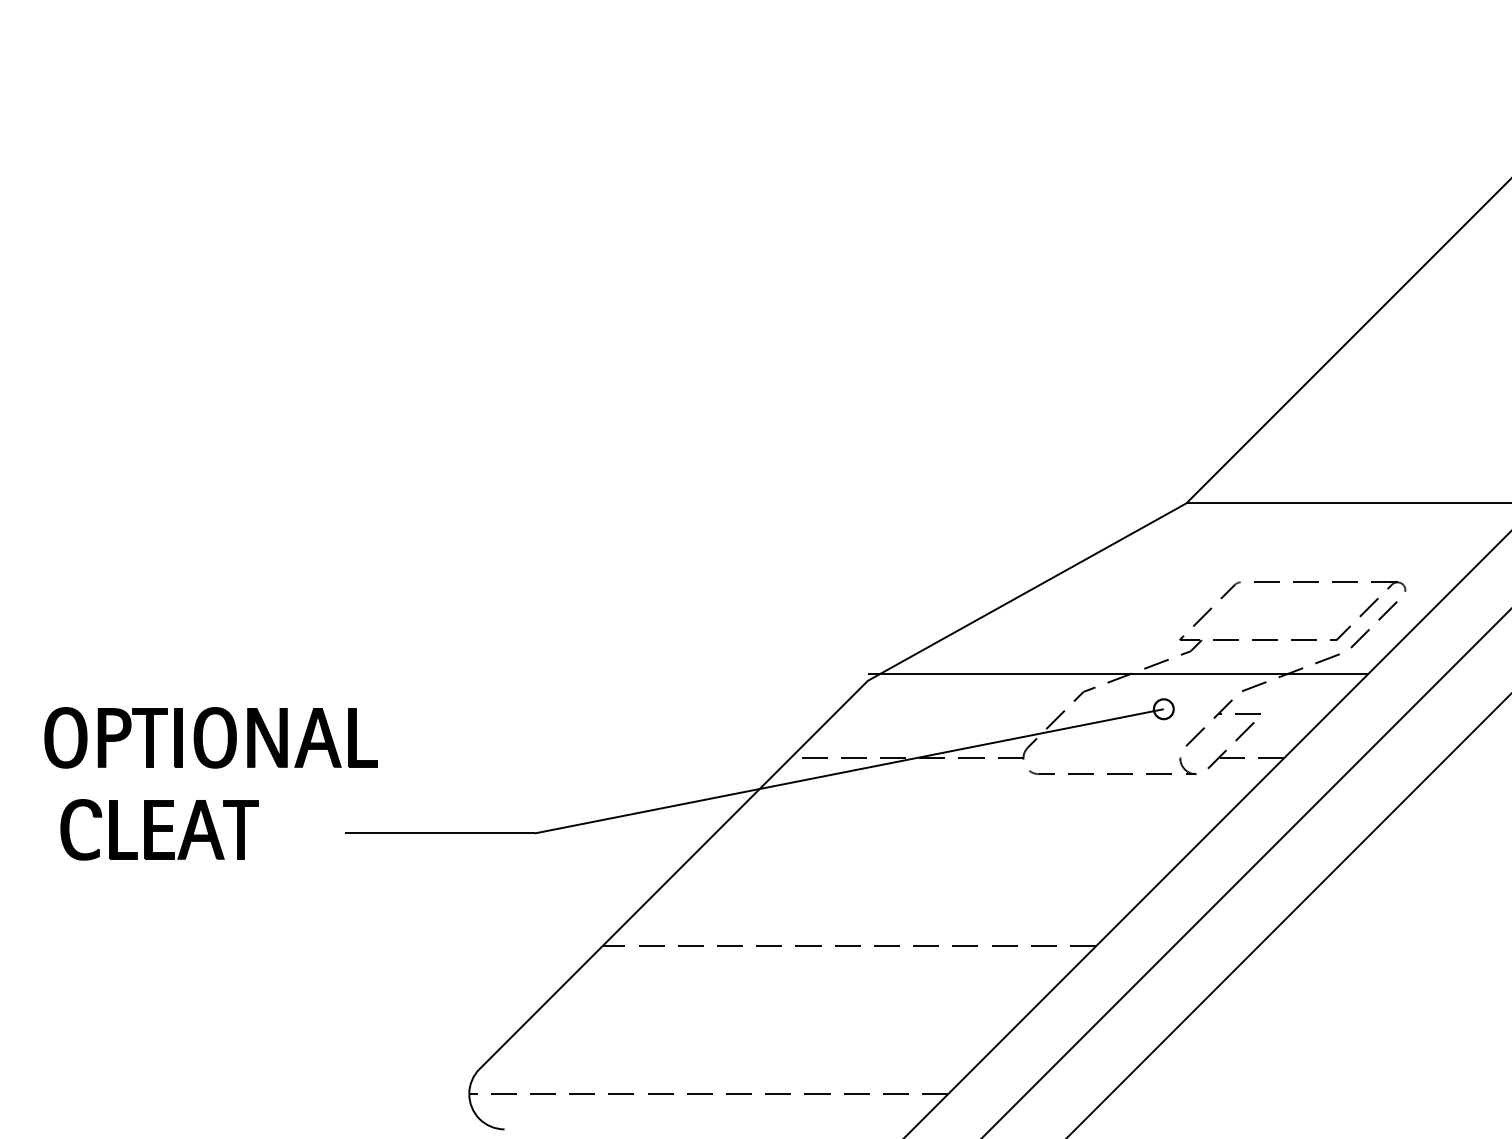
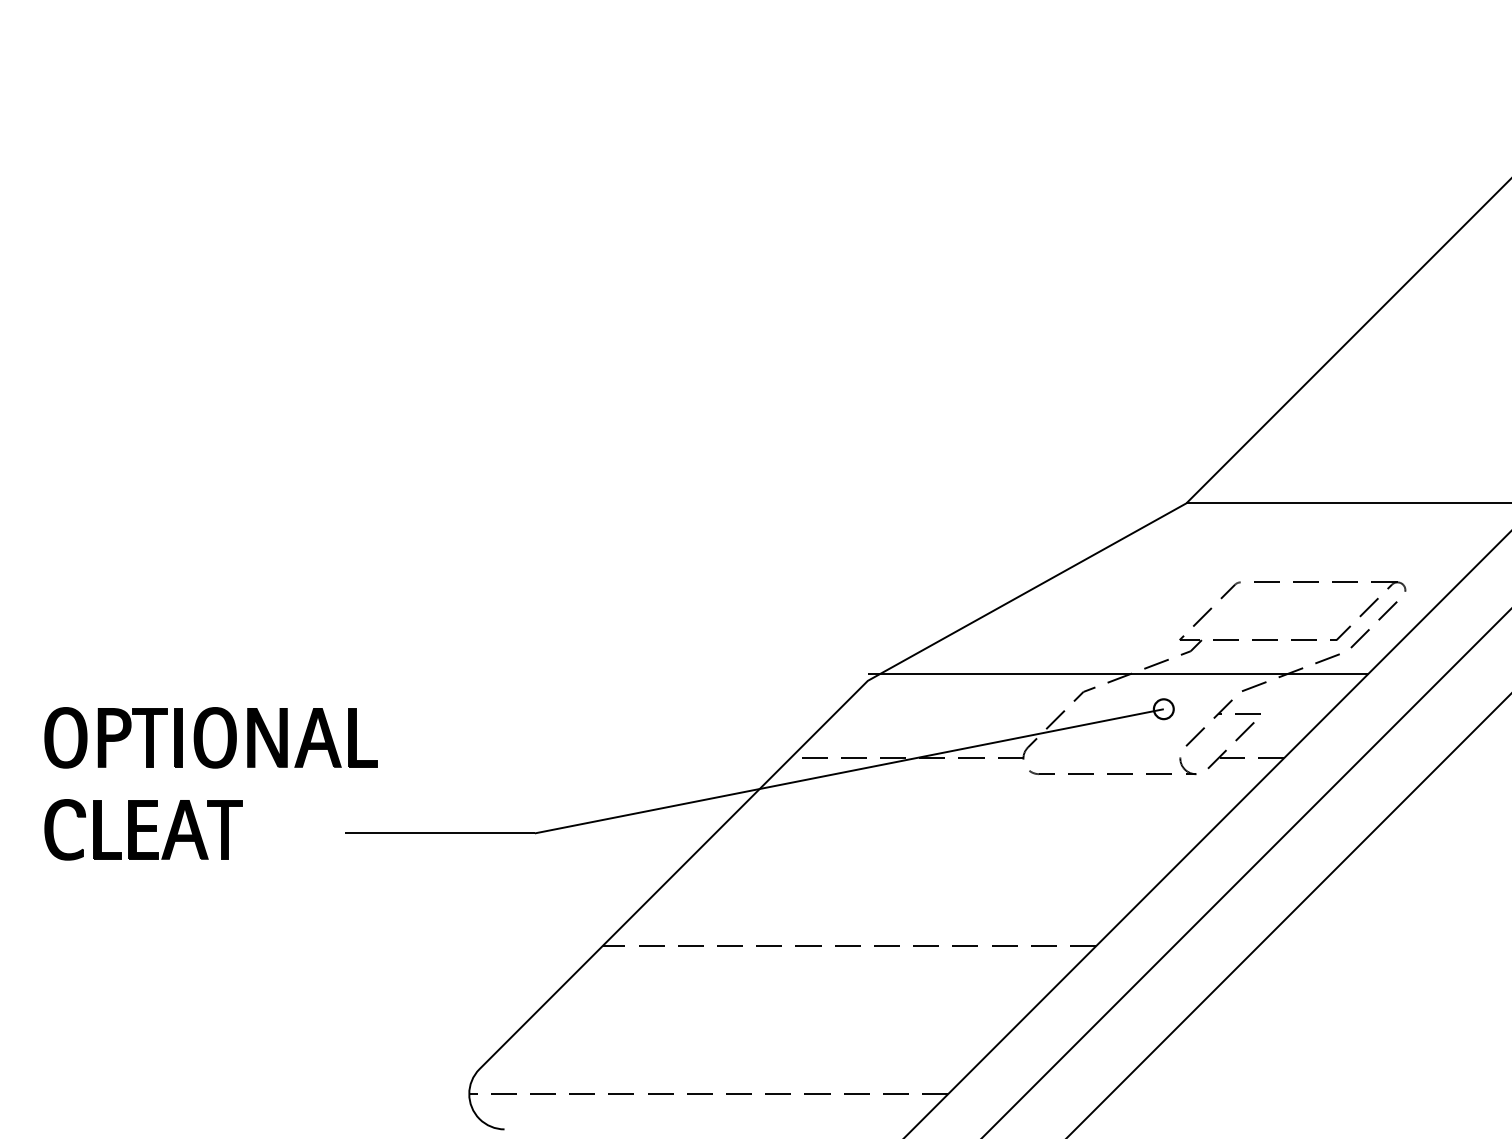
part at (159, 829) position: (159, 829) -> (143, 829)
